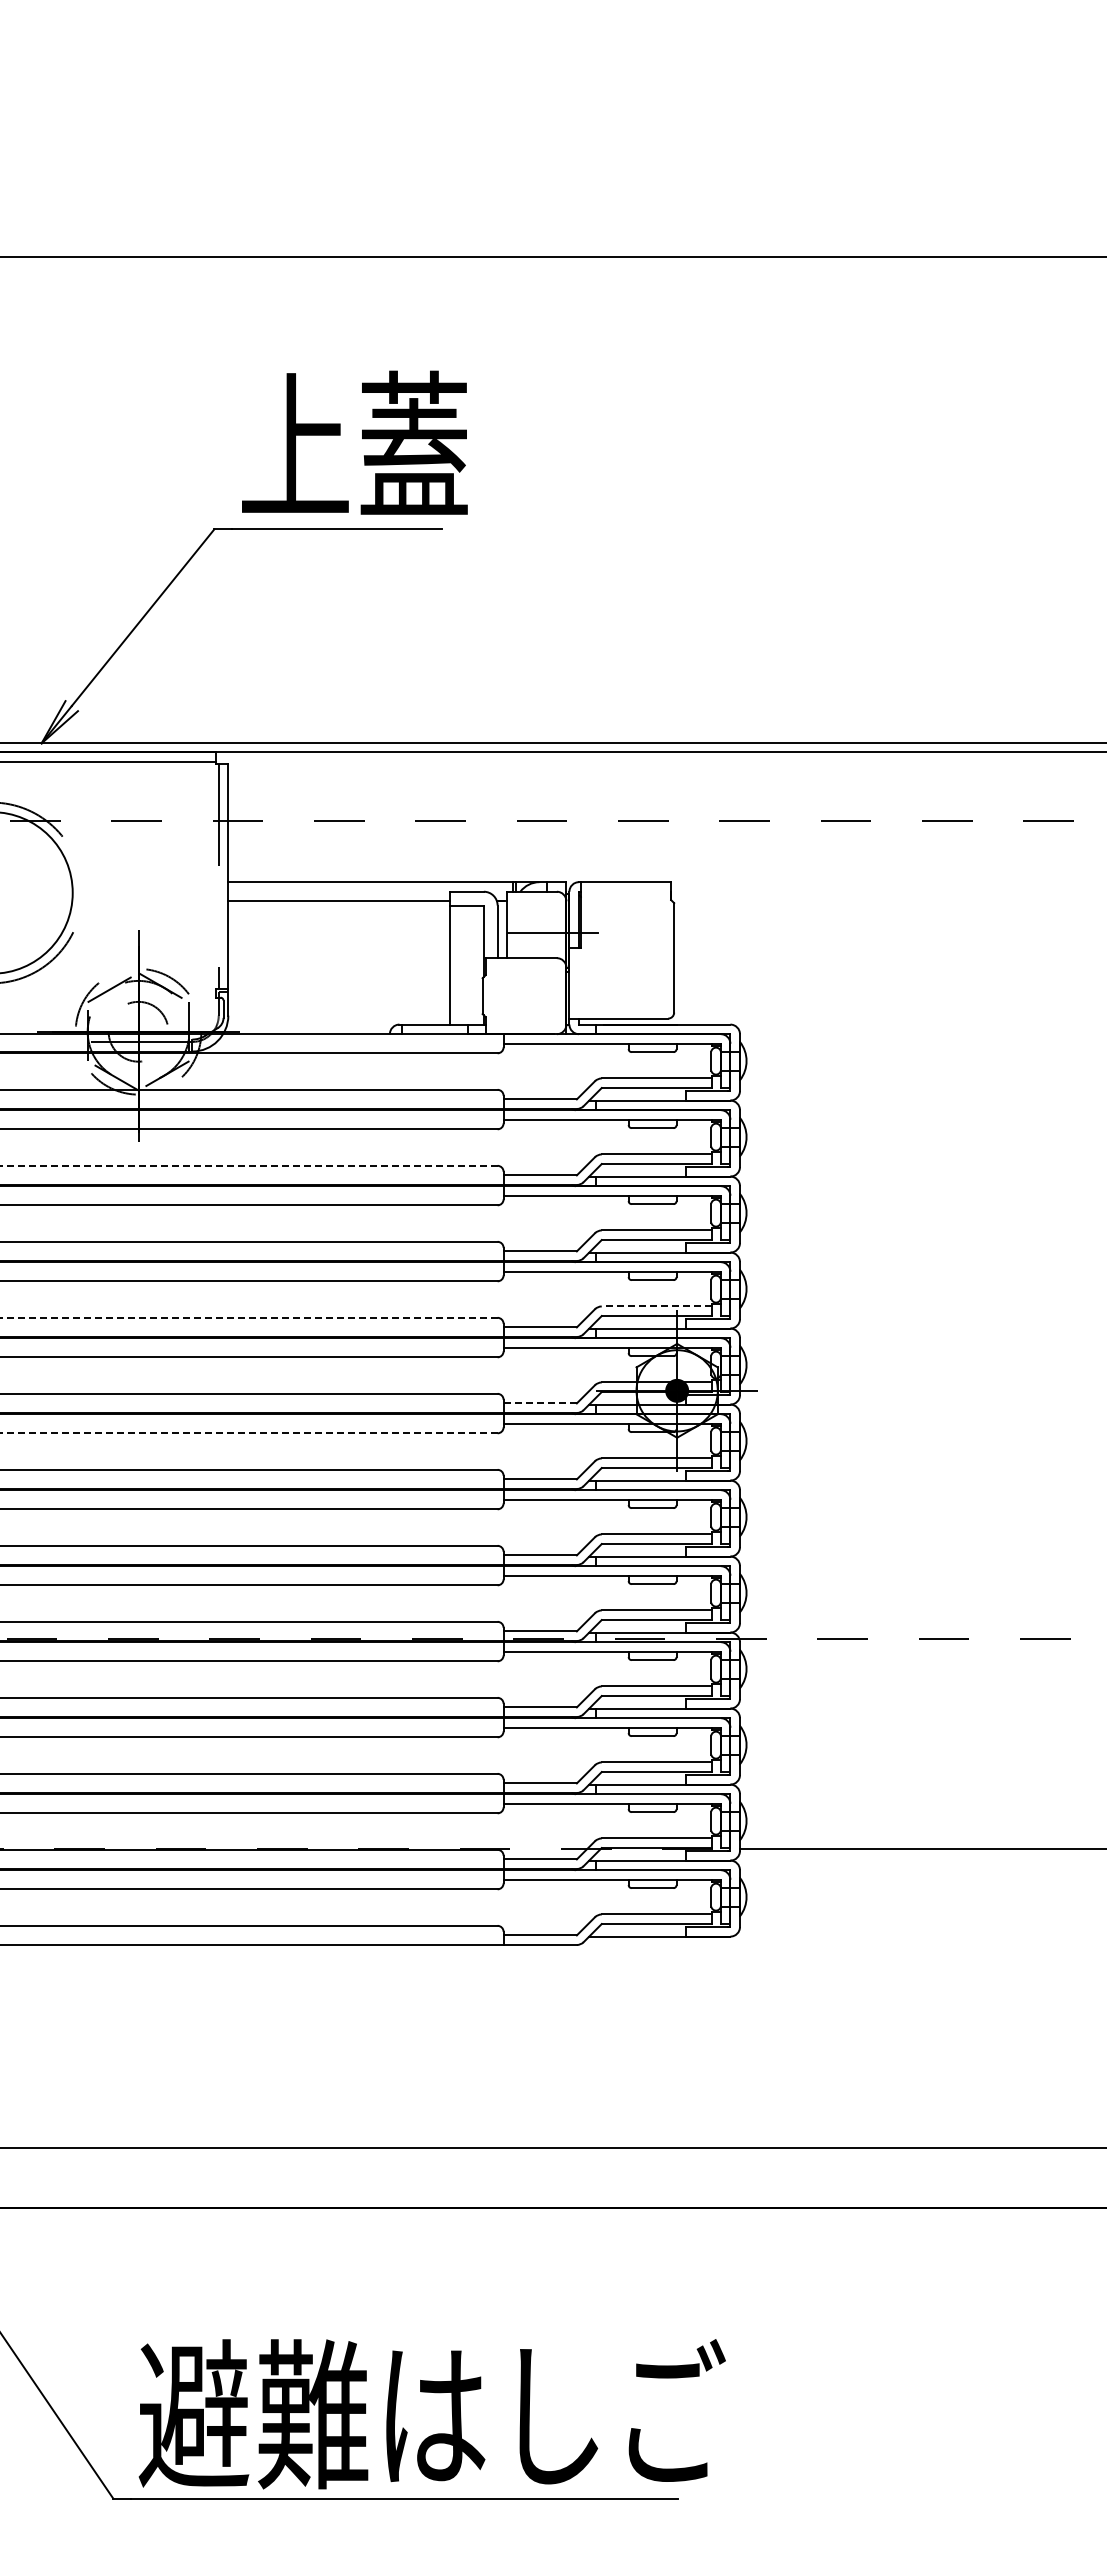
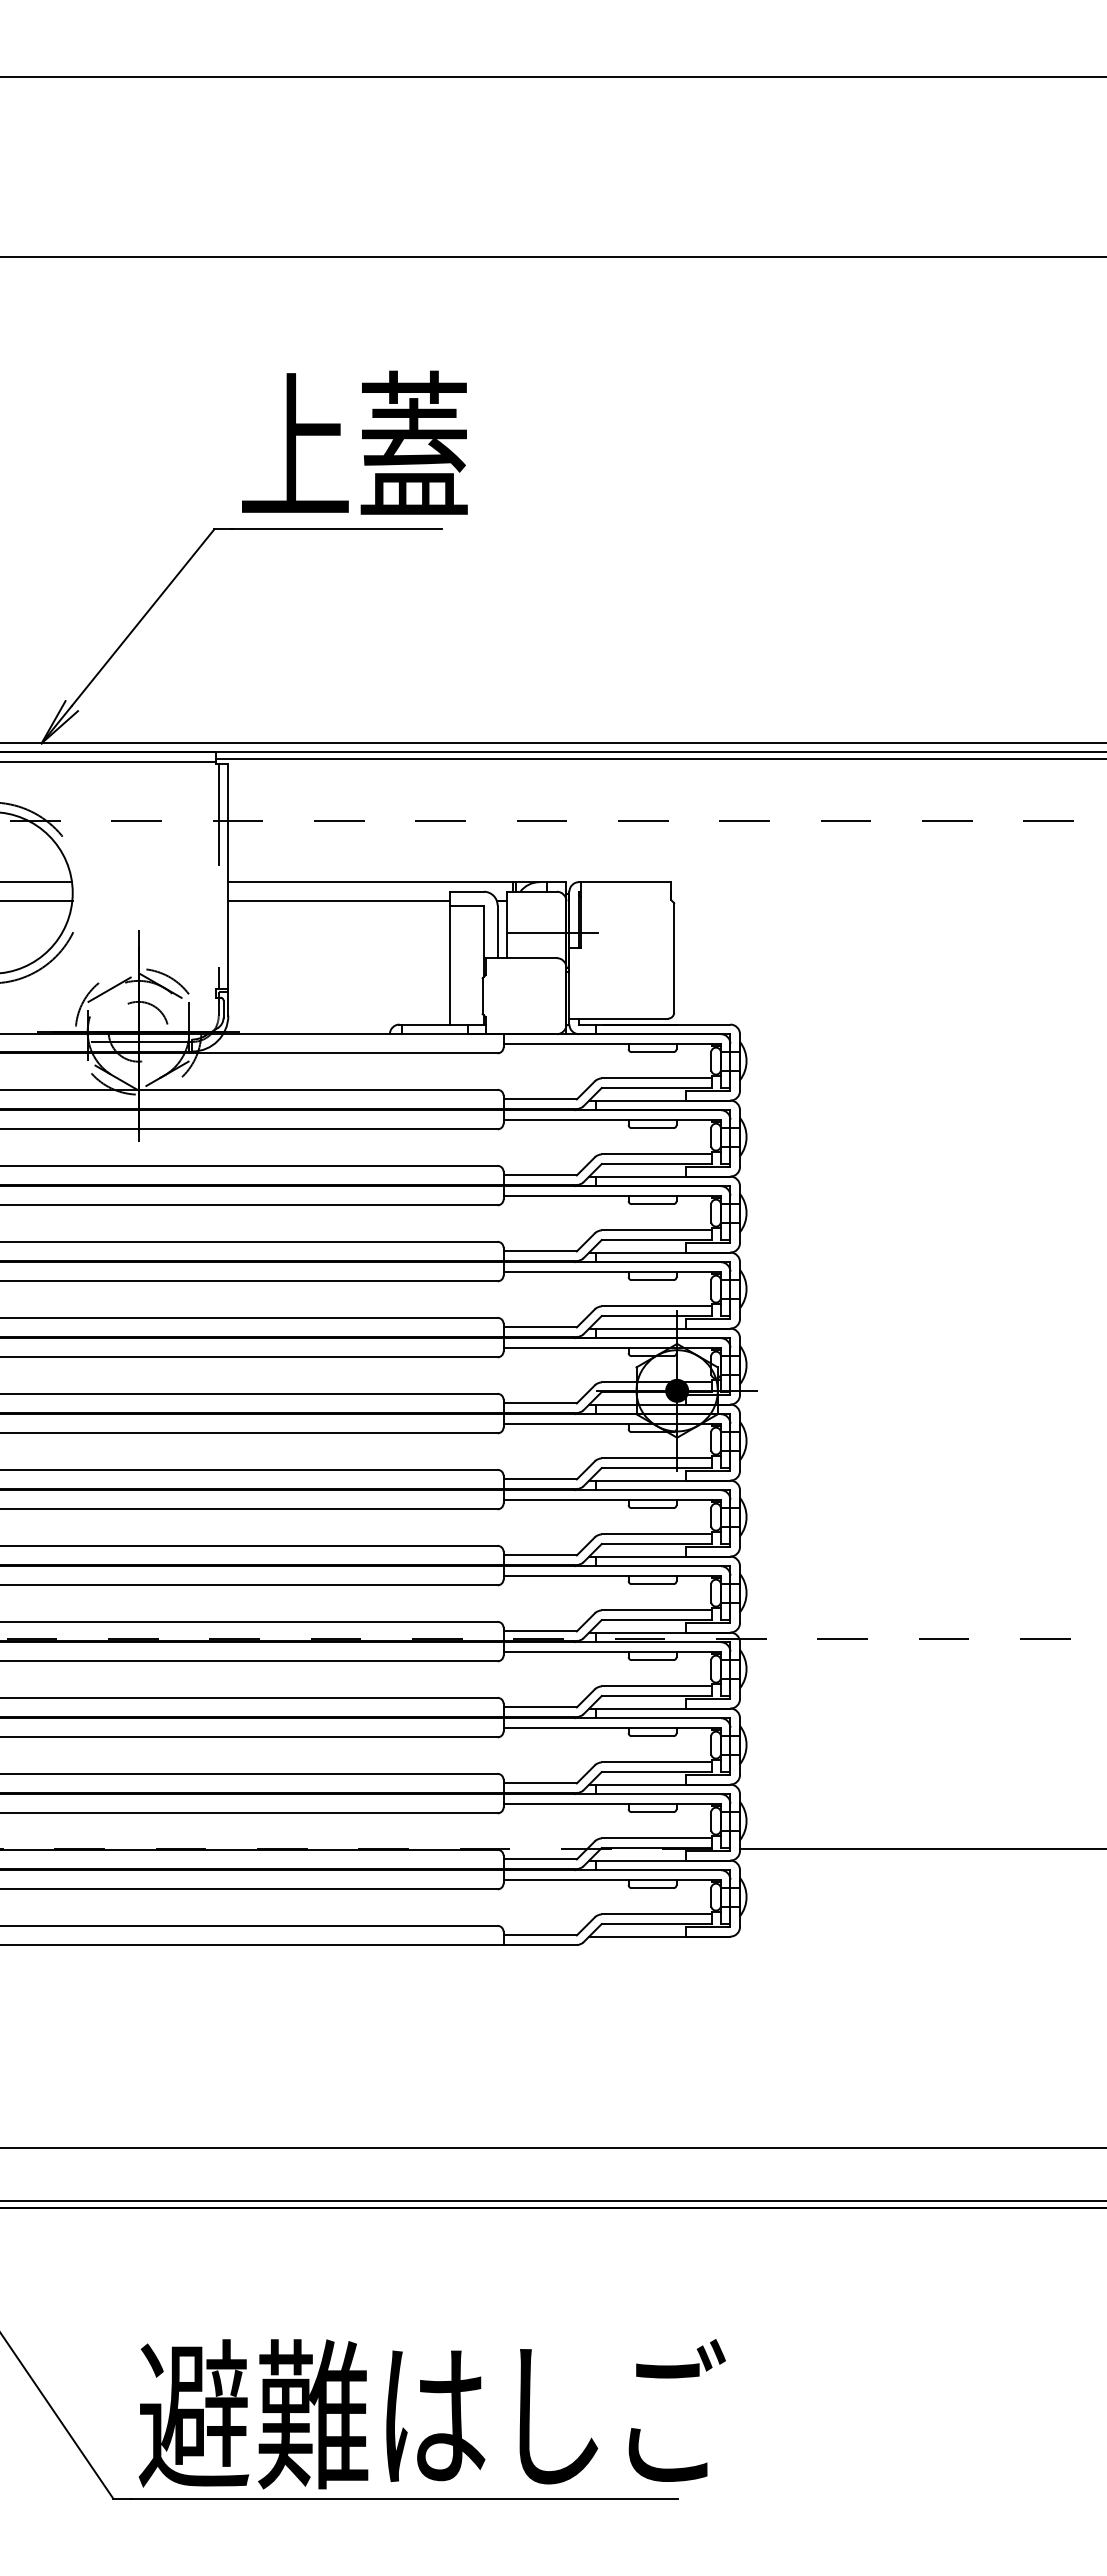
line at (552, 77): none -> present
line at (659, 759): none -> present
line at (36, 882): none -> present
line at (37, 901): none -> present
line at (248, 1165): dashed -> solid
line at (656, 1306): dashed -> solid
line at (248, 1317): dashed -> solid
line at (540, 1403): dashed -> solid
line at (248, 1433): dashed -> solid
line at (552, 2200): none -> present
